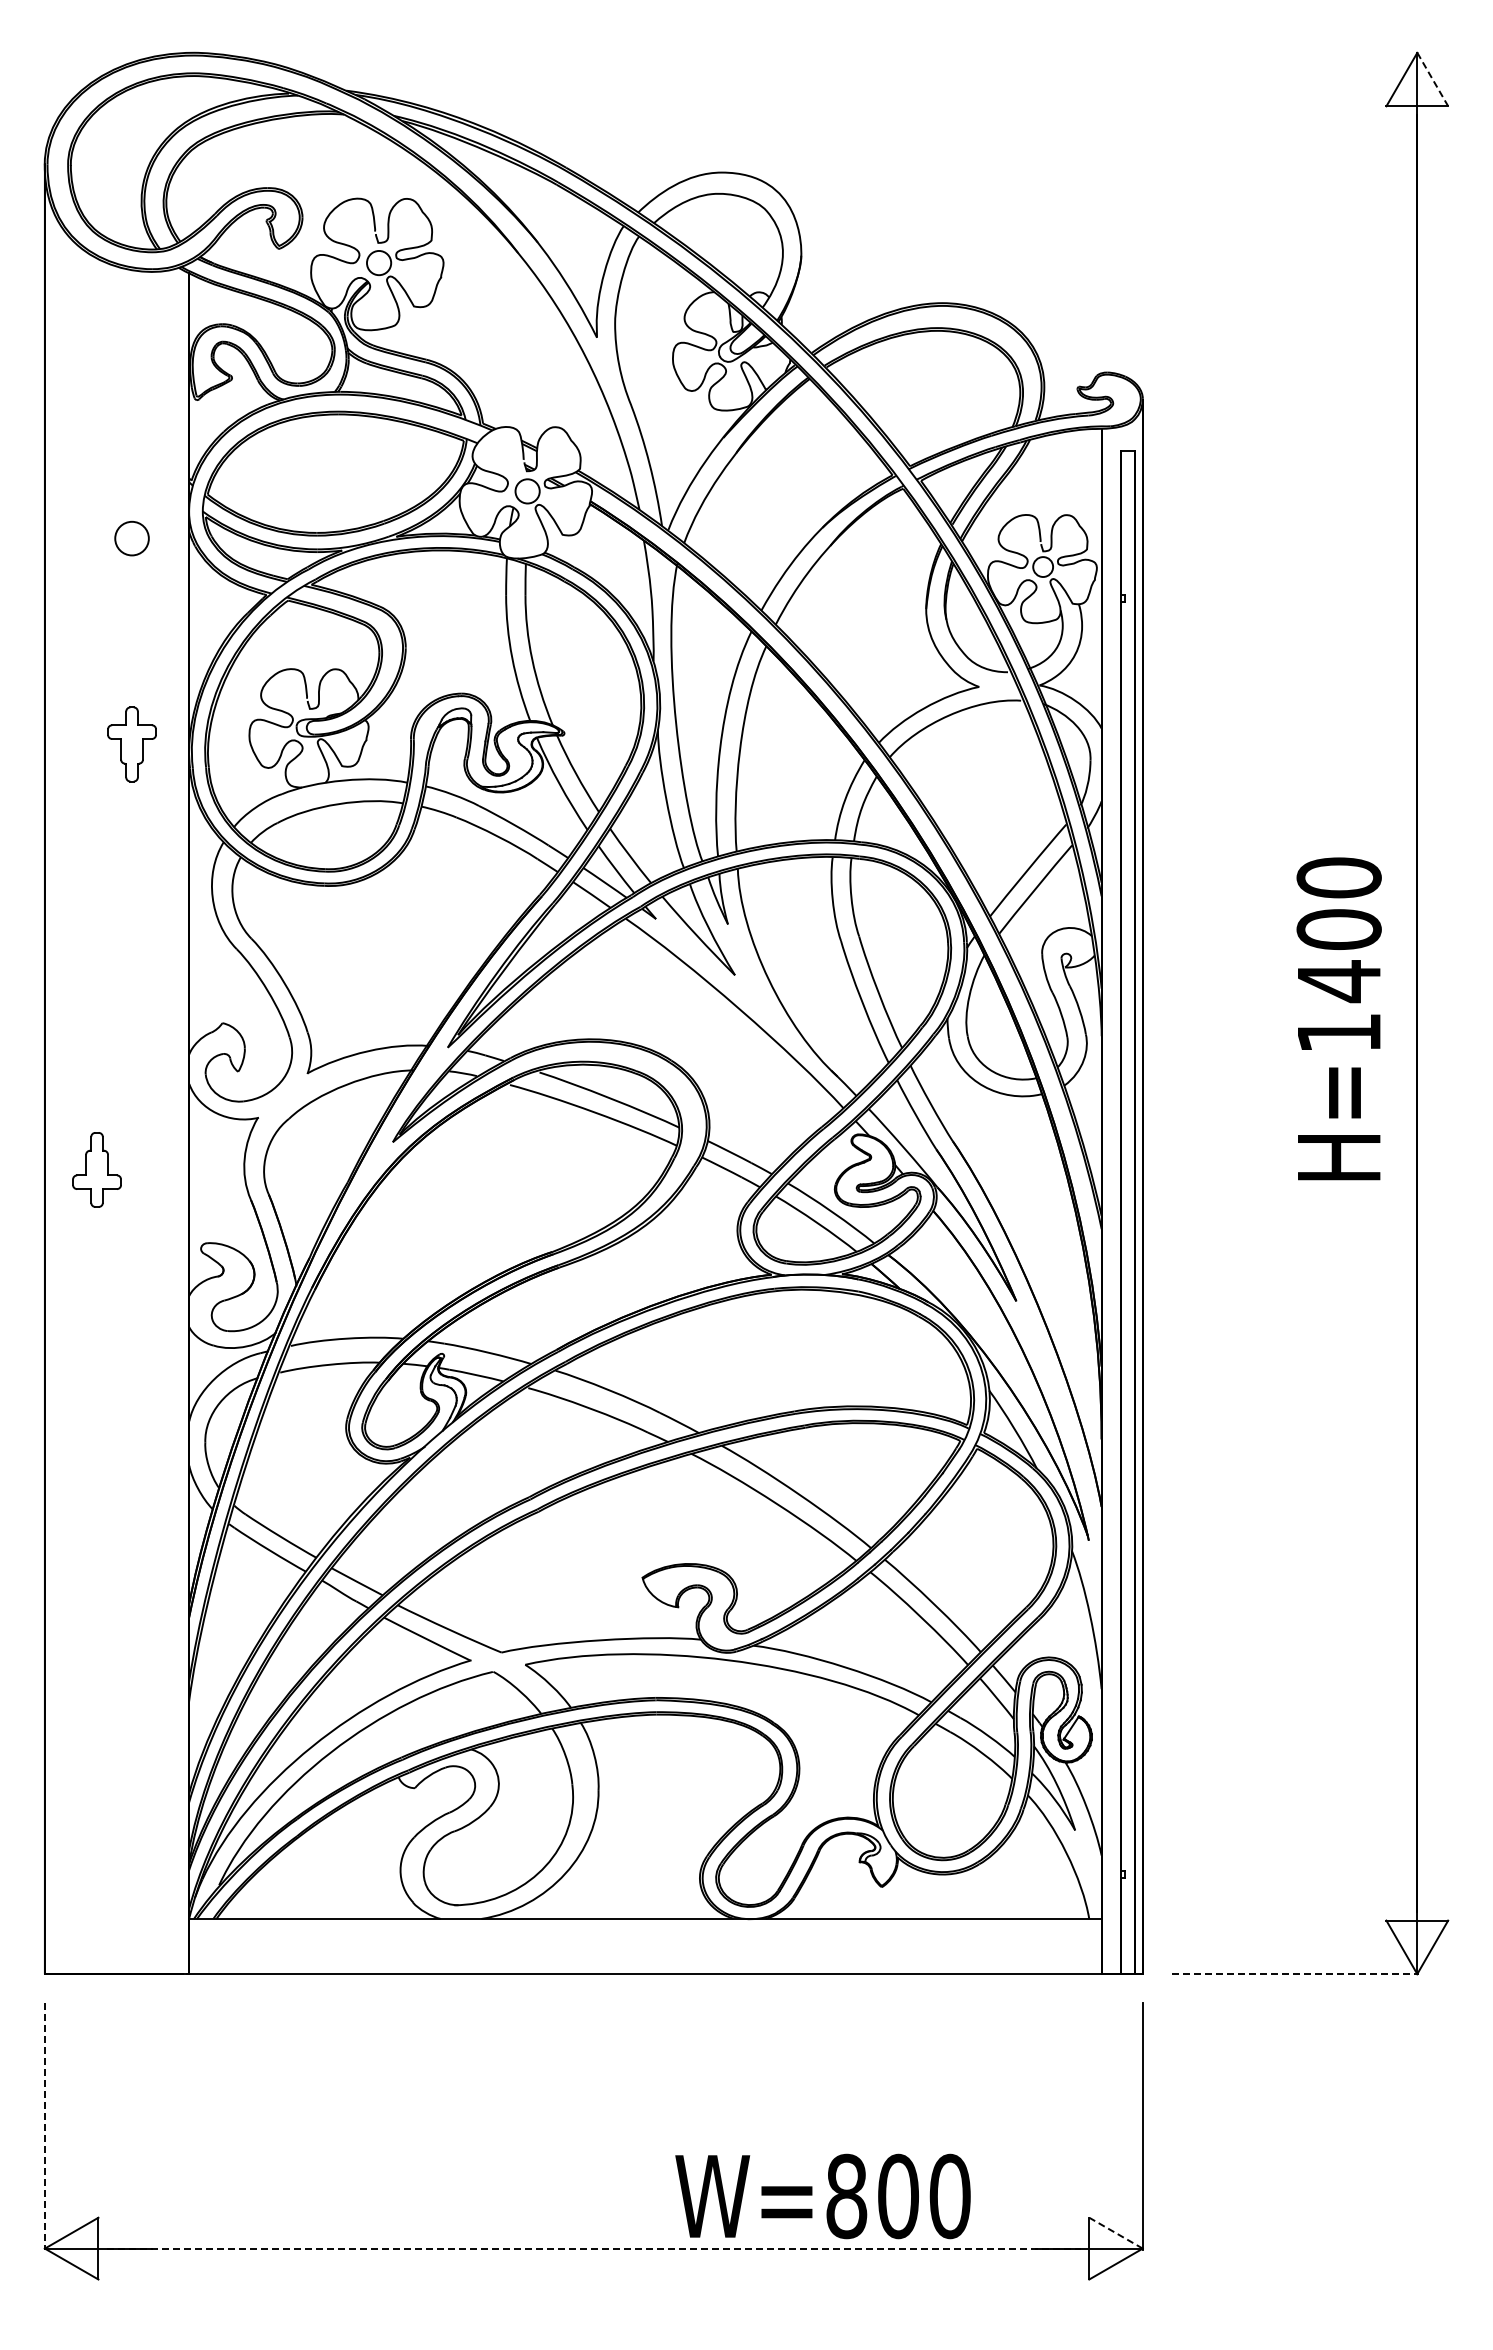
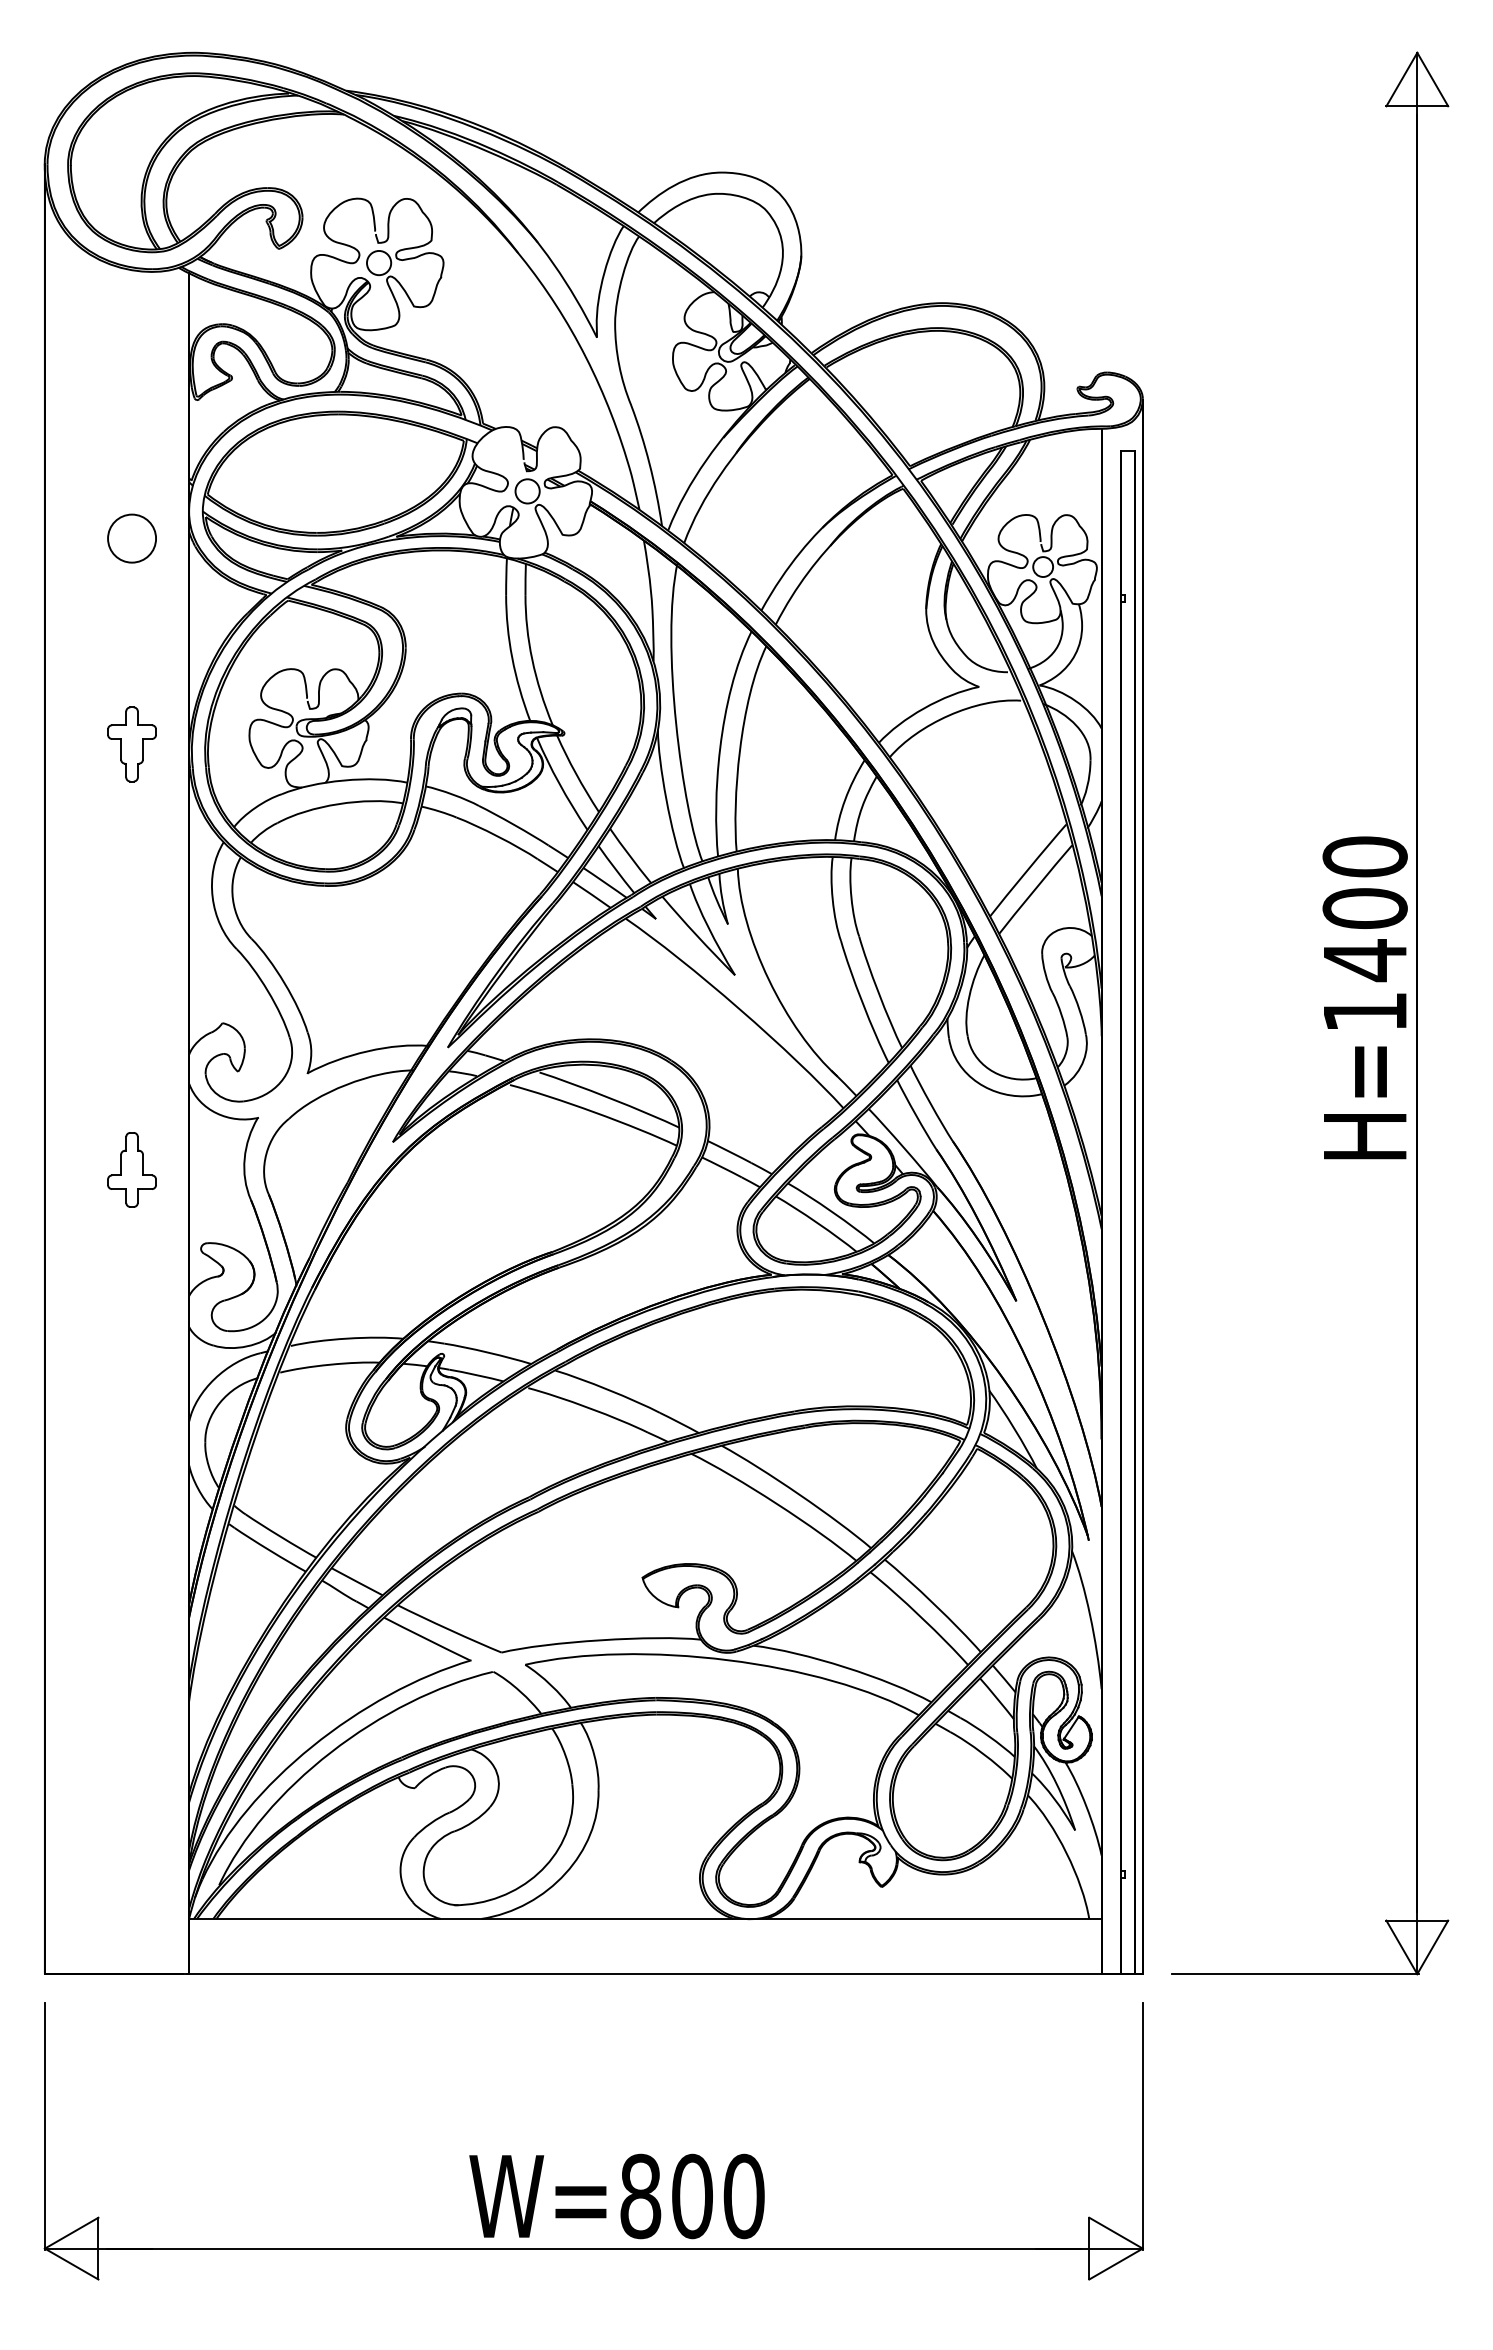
line at (1432, 79): dashed -> solid
circle at (131, 538) diameter: 34 px -> 48 px
text at (1338, 1018) position: (1338, 1018) -> (1364, 997)
part at (96, 1169) position: (96, 1169) -> (131, 1169)
line at (1295, 1974): dashed -> solid
line at (44, 2126): dashed -> solid
text at (822, 2196) position: (822, 2196) -> (616, 2196)
line at (1116, 2233): dashed -> solid
line at (594, 2248): dashed -> solid
